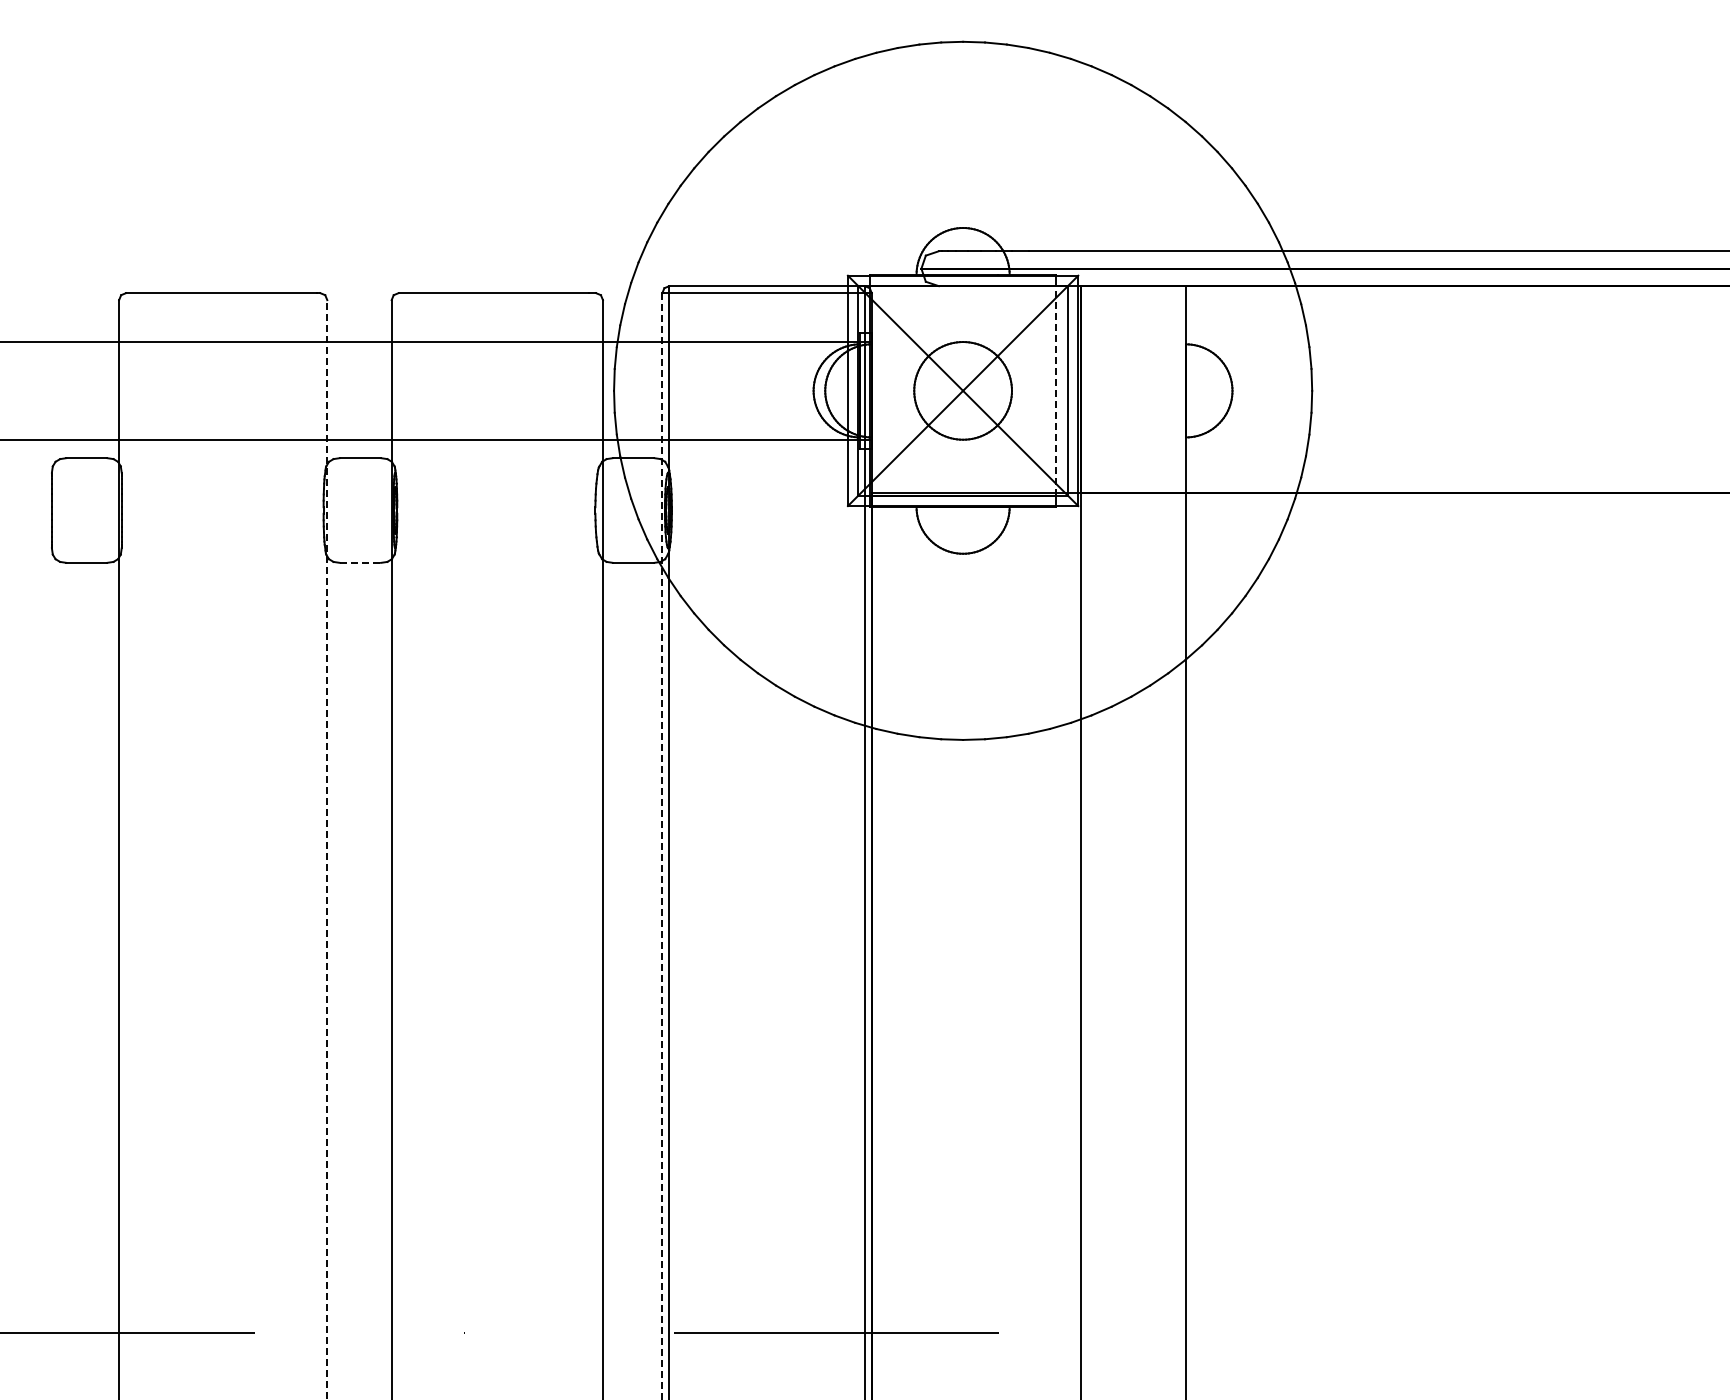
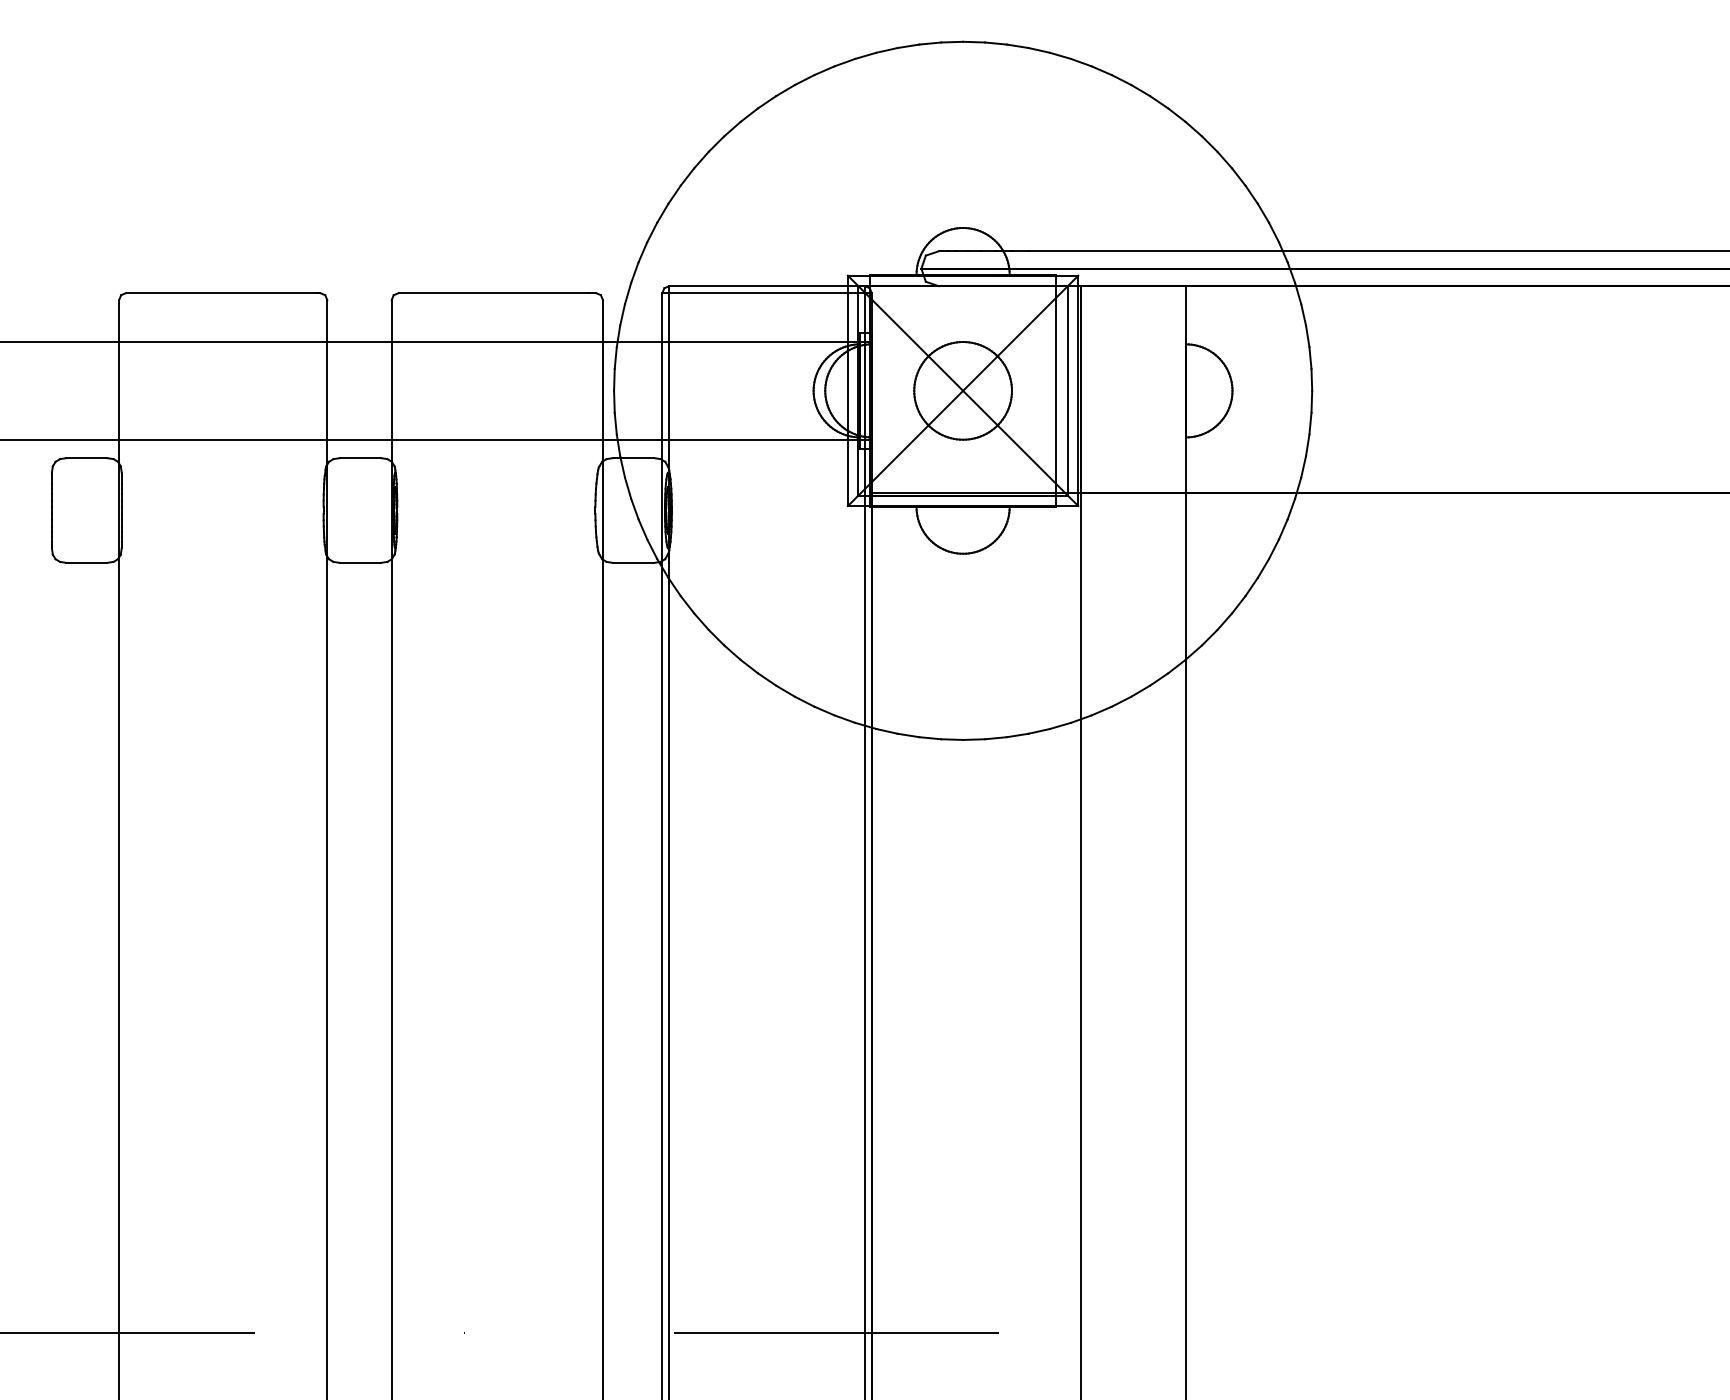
line at (1056, 390): dashed -> solid
line at (360, 562): dashed -> solid
line at (662, 847): dashed -> solid
line at (327, 849): dashed -> solid
